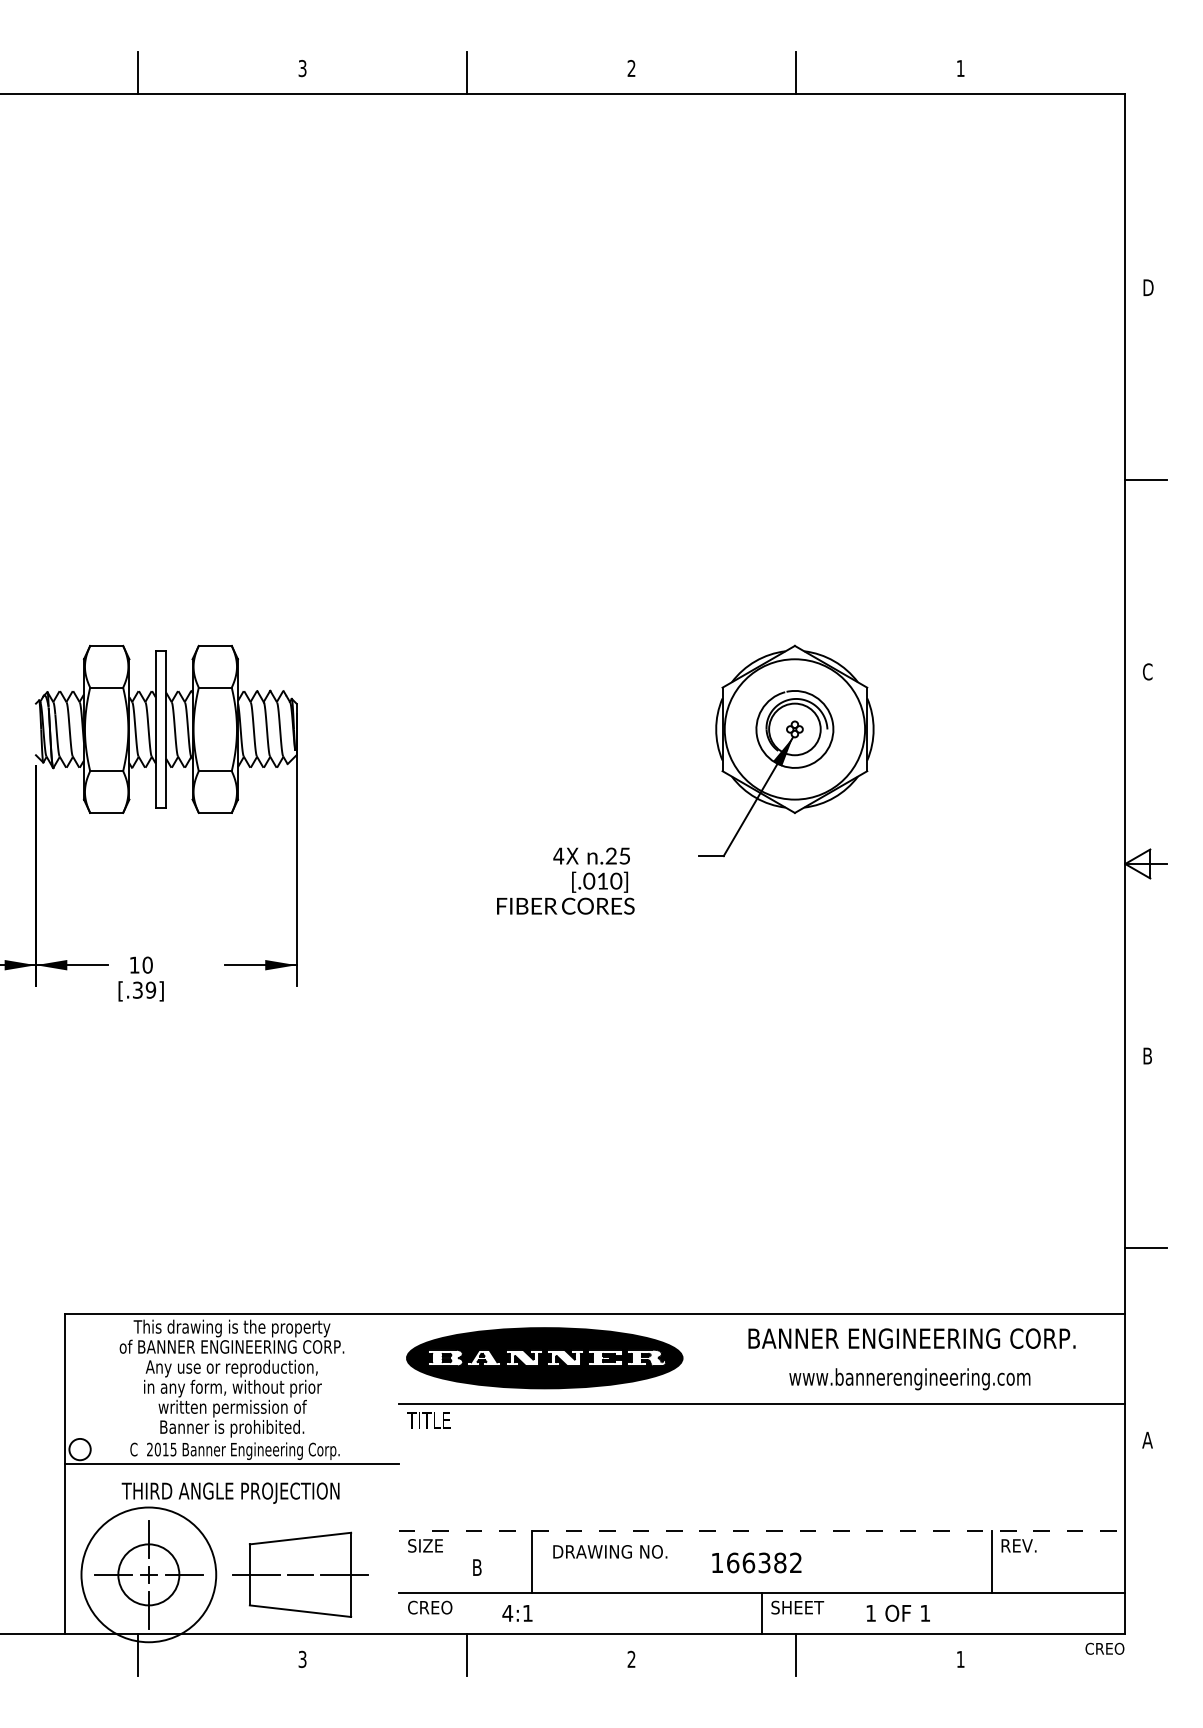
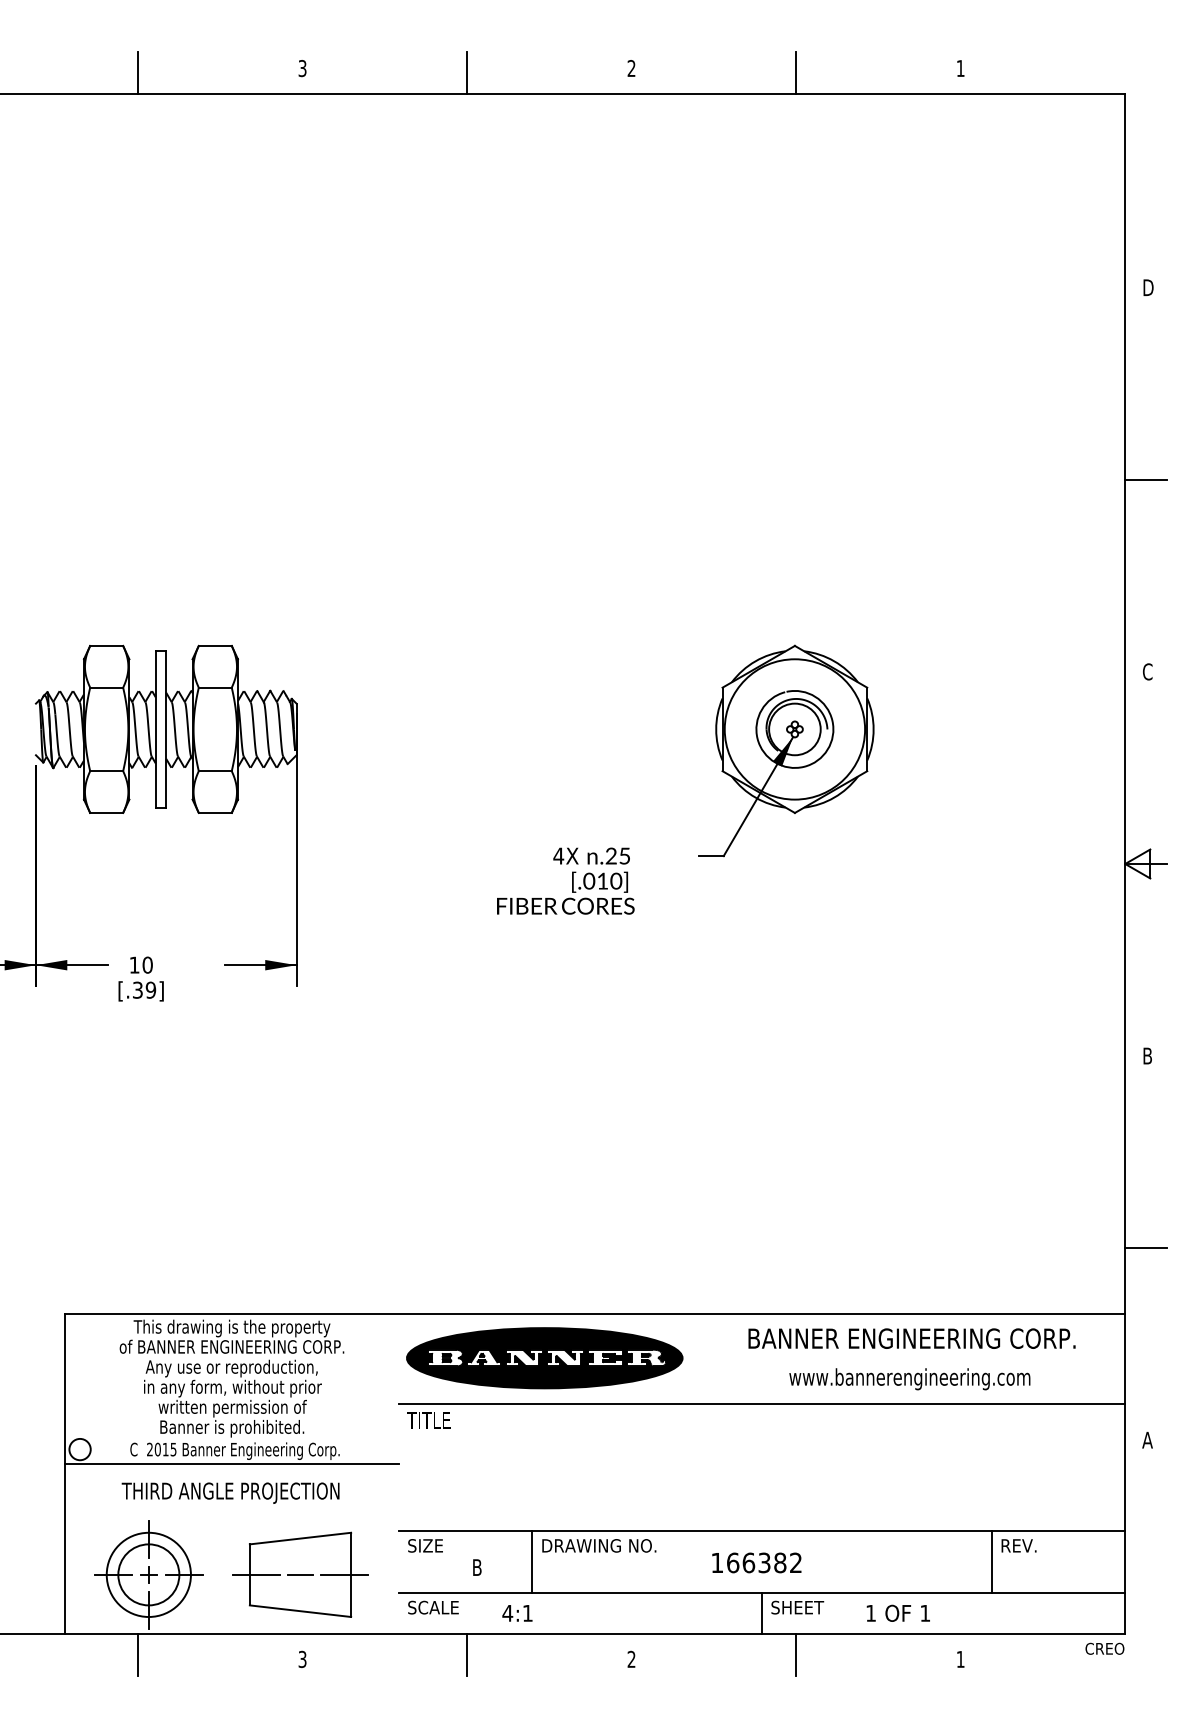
line at (762, 1530): dashed -> solid
text at (610, 1551) position: (610, 1551) -> (599, 1545)
circle at (148, 1574) diameter: 135 px -> 84 px
text at (433, 1607): CREO -> SCALE
